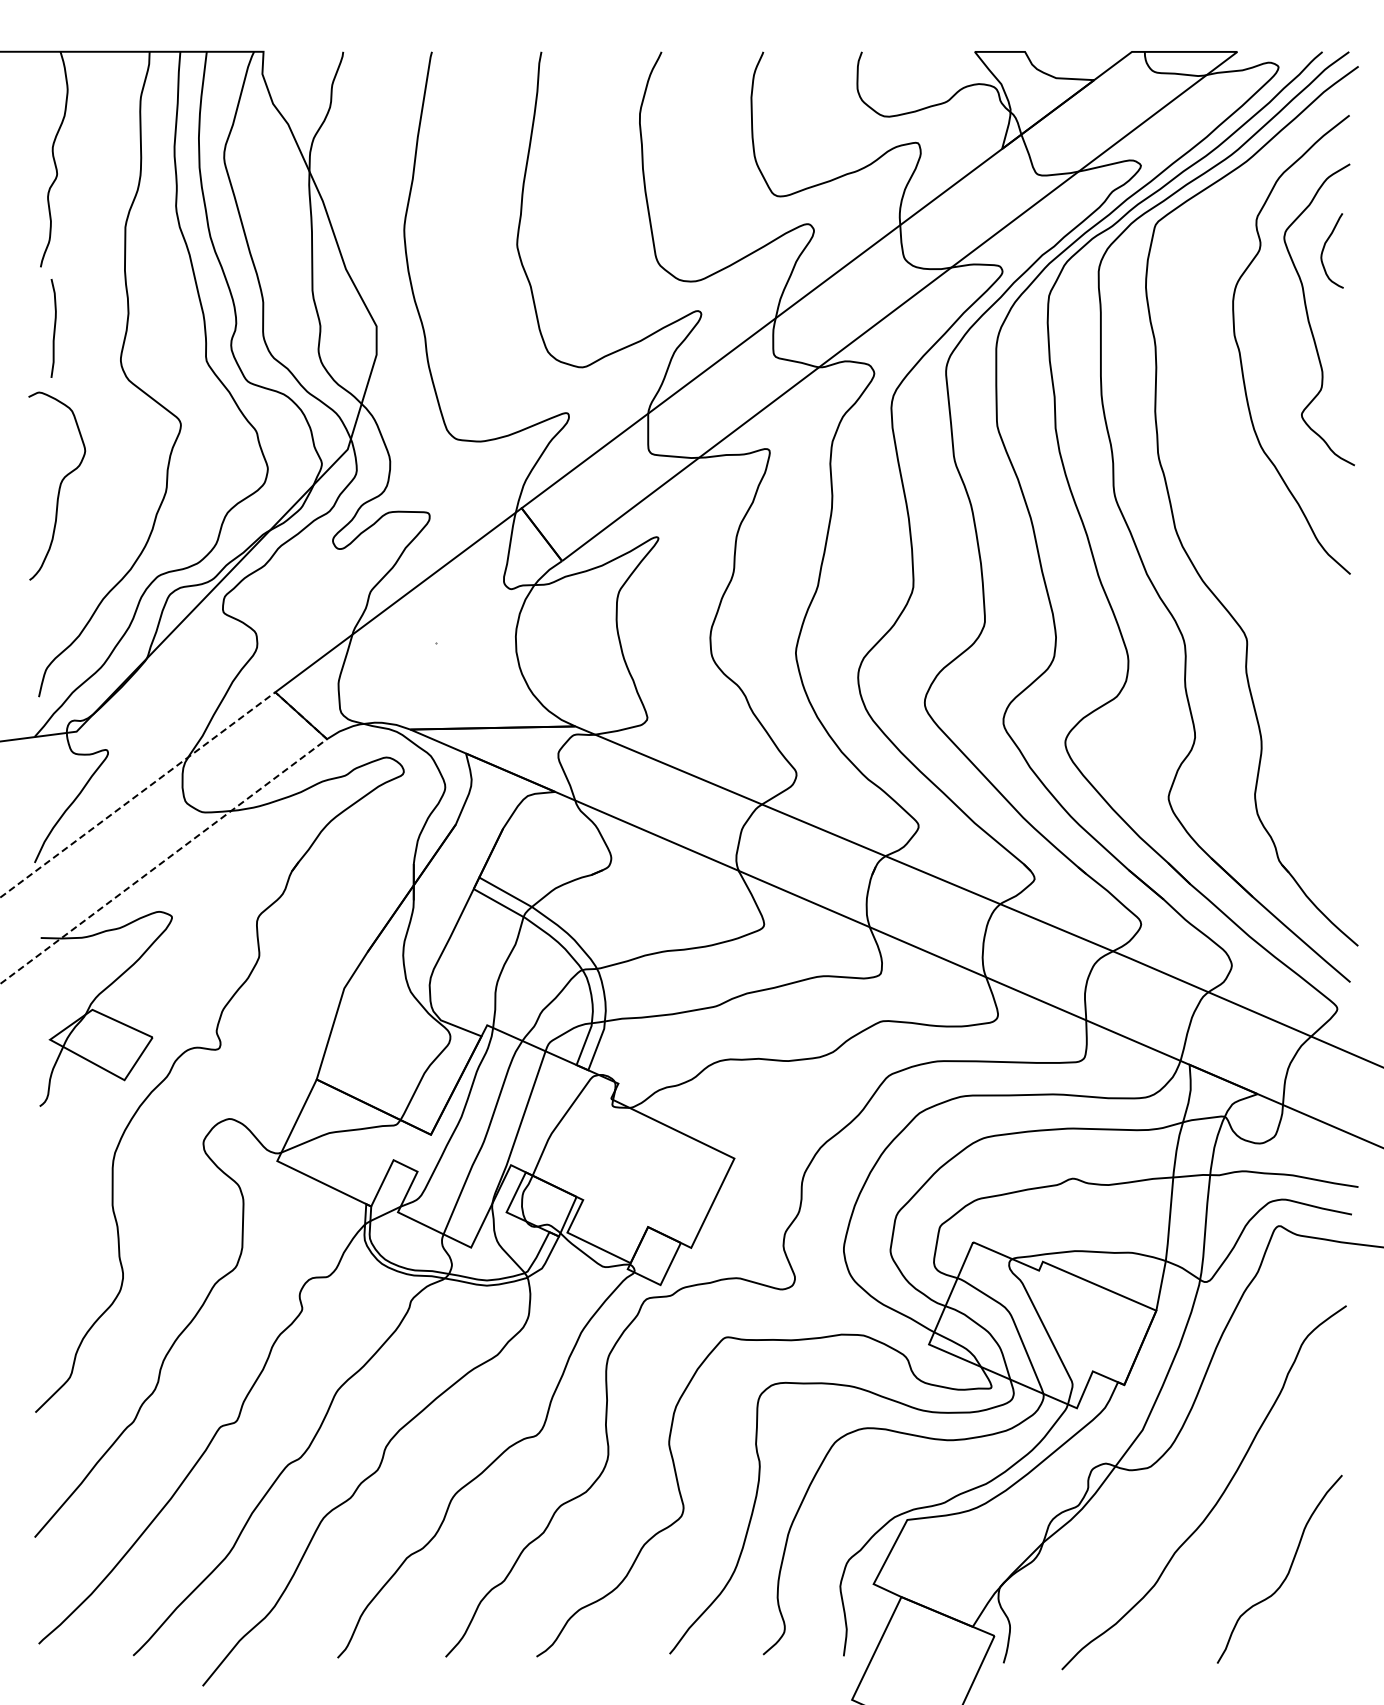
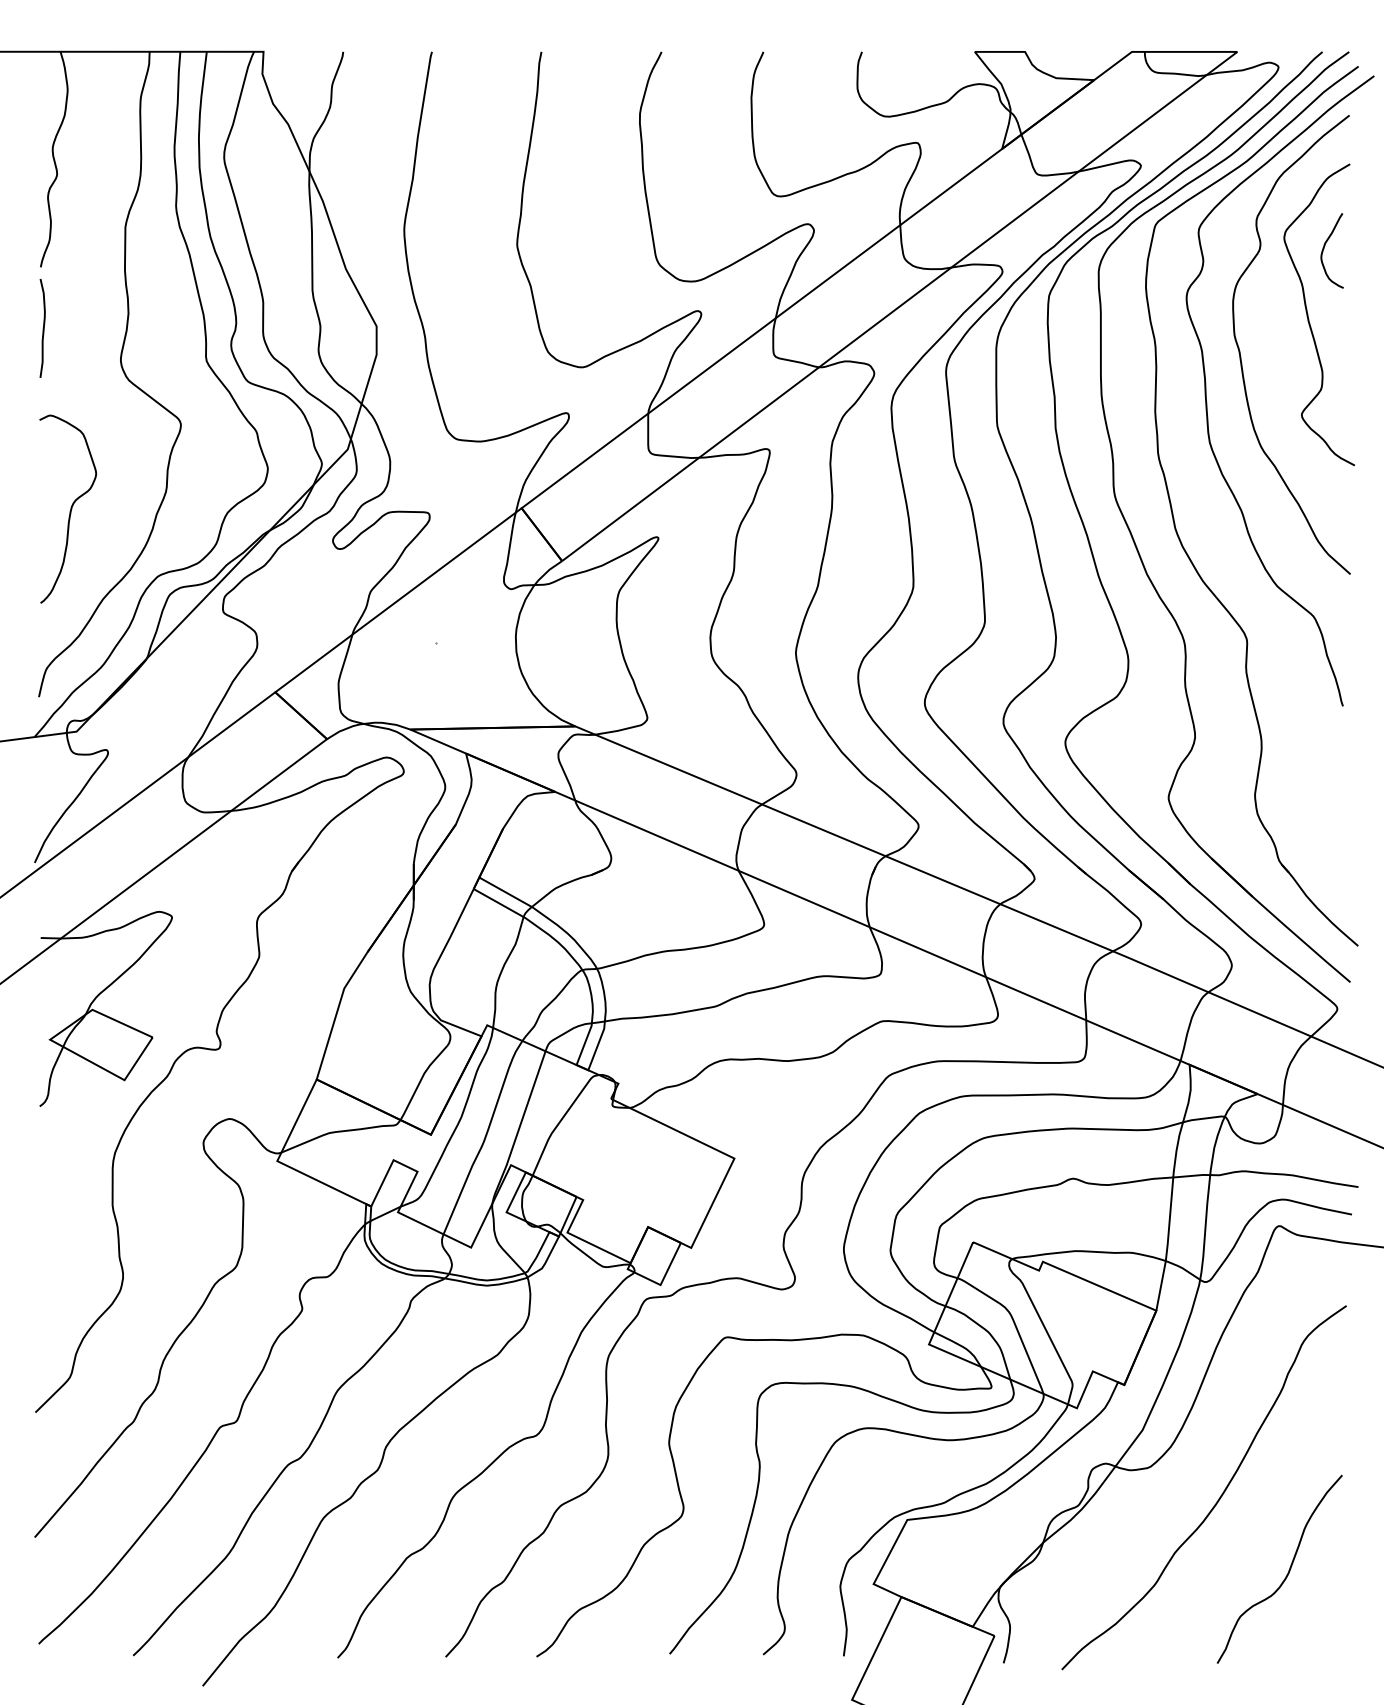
curve at (53, 328) position: (53, 328) -> (42, 328)
curve at (1207, 402): none -> present
curve at (59, 485) position: (59, 485) -> (70, 508)
line at (325, 737): dashed -> solid
